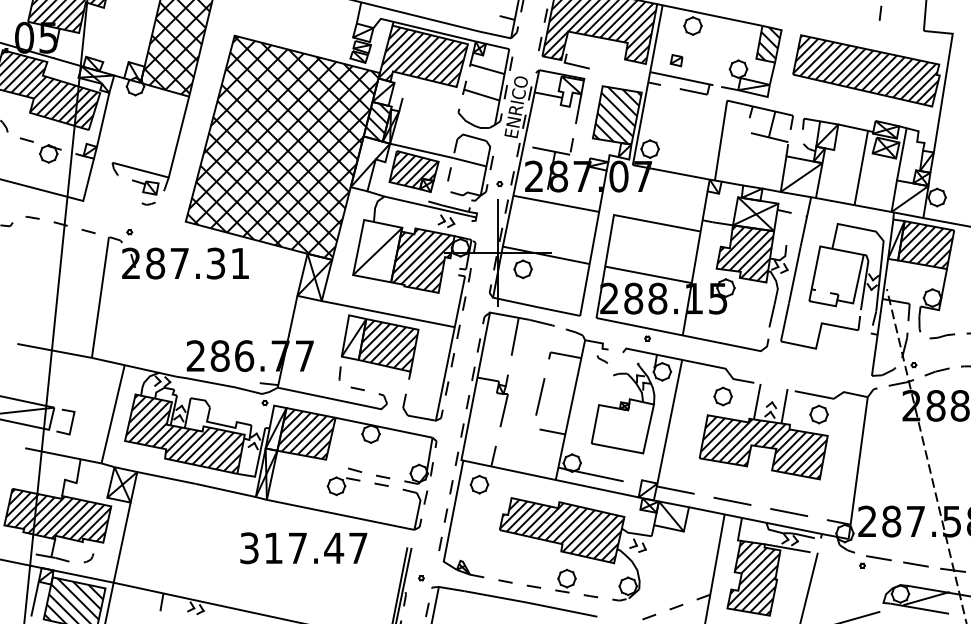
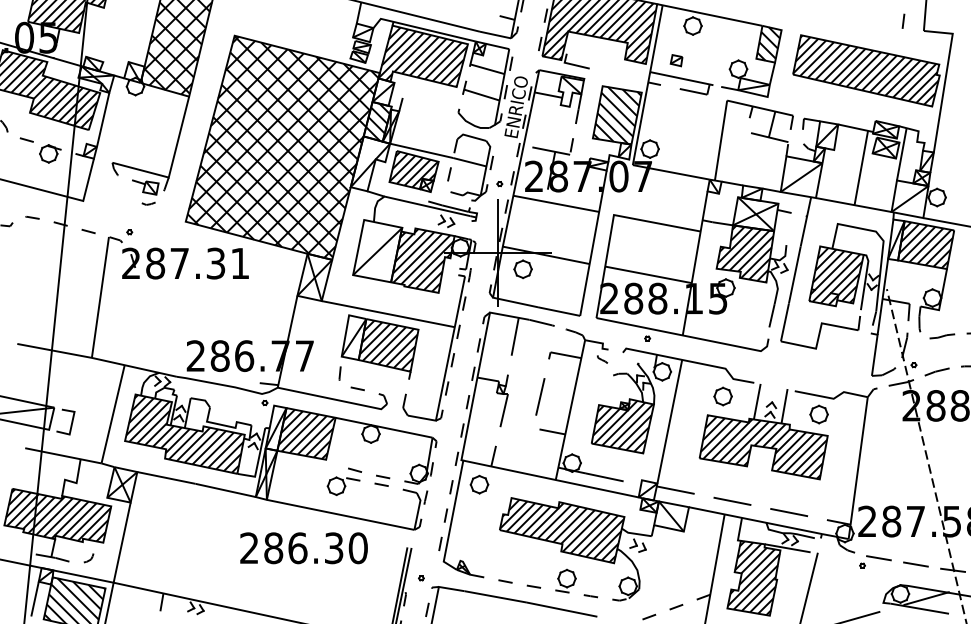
line at (880, 12) position: (880, 12) -> (903, 20)
hatch at (836, 275): none -> present
hatch at (623, 426): none -> present
text at (303, 548): 317.47 -> 286.30
